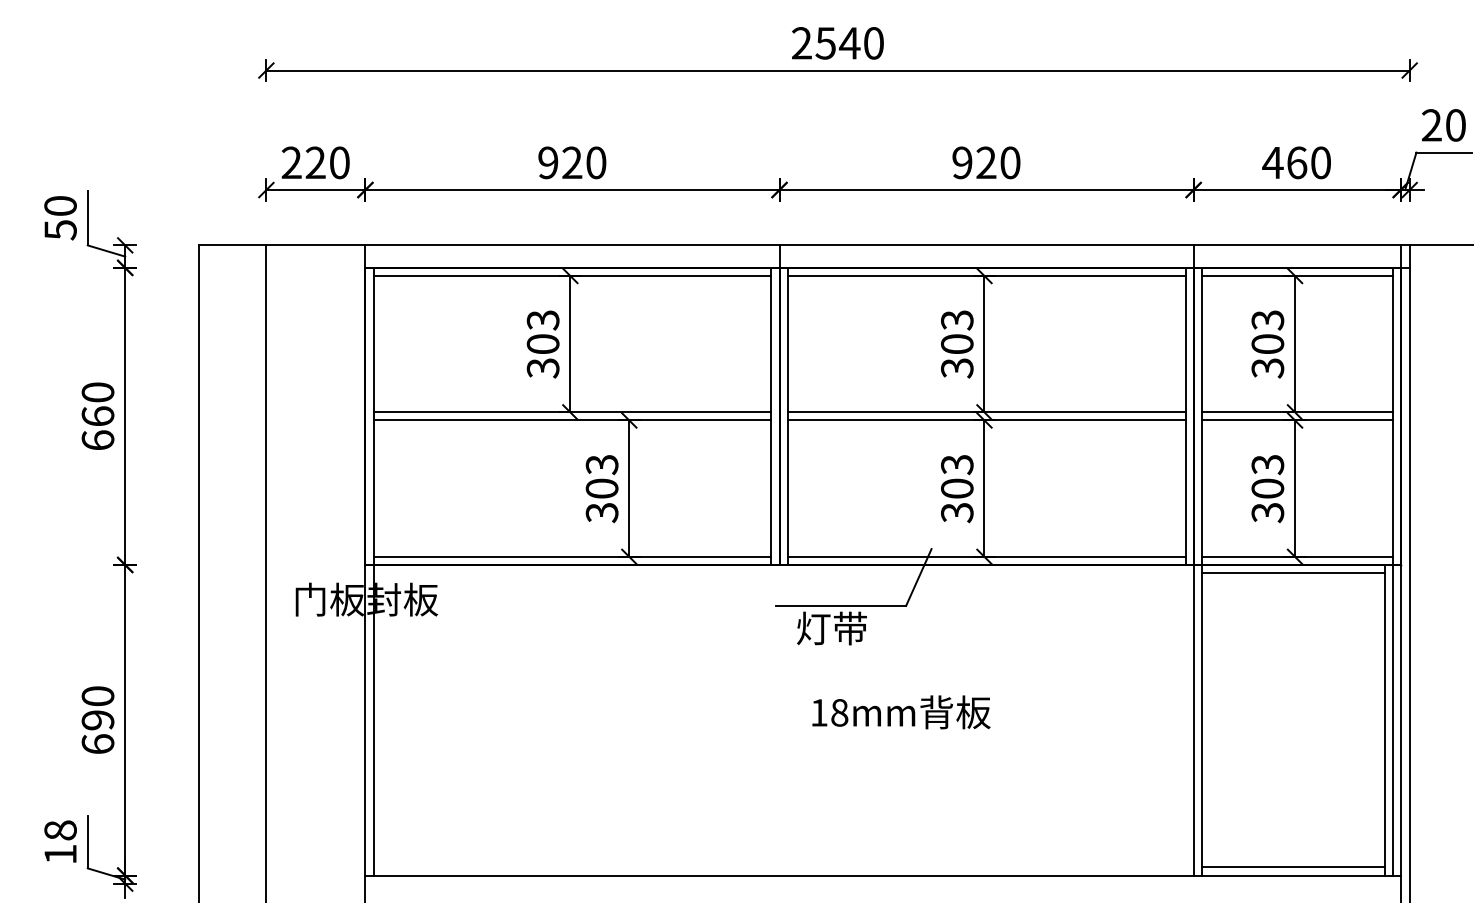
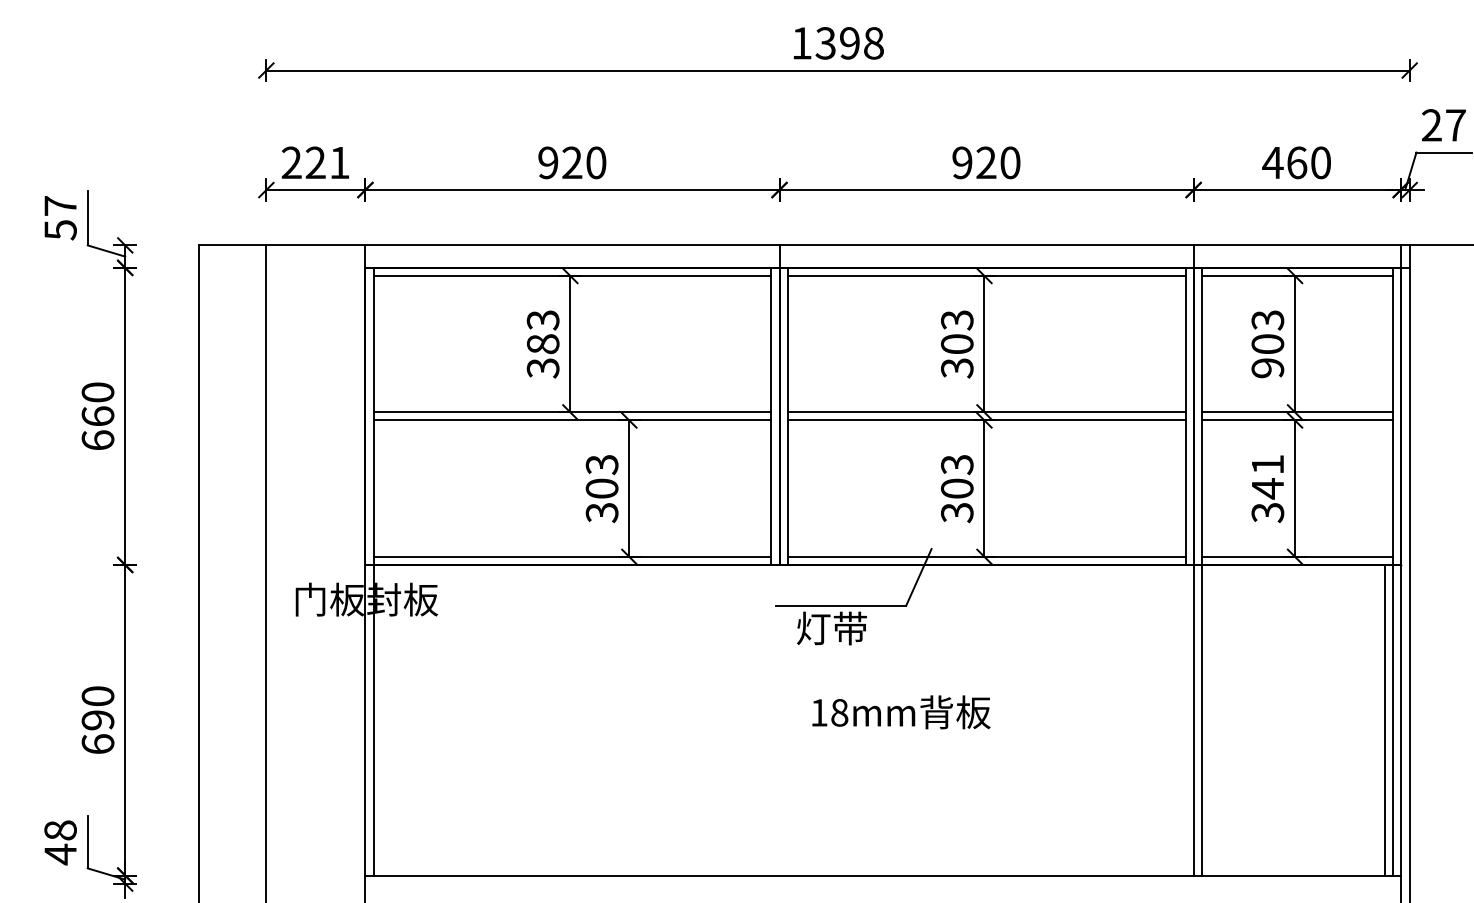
text at (837, 43): 2540 -> 1398
text at (1455, 125): 20 -> 27
text at (339, 162): 220 -> 221
text at (60, 205): 50 -> 57
text at (542, 344): 303 -> 383
text at (1267, 368): 303 -> 903
text at (1267, 477): 303 -> 341
line at (1292, 573): present -> none
text at (60, 854): 18 -> 48
line at (1292, 867): present -> none
